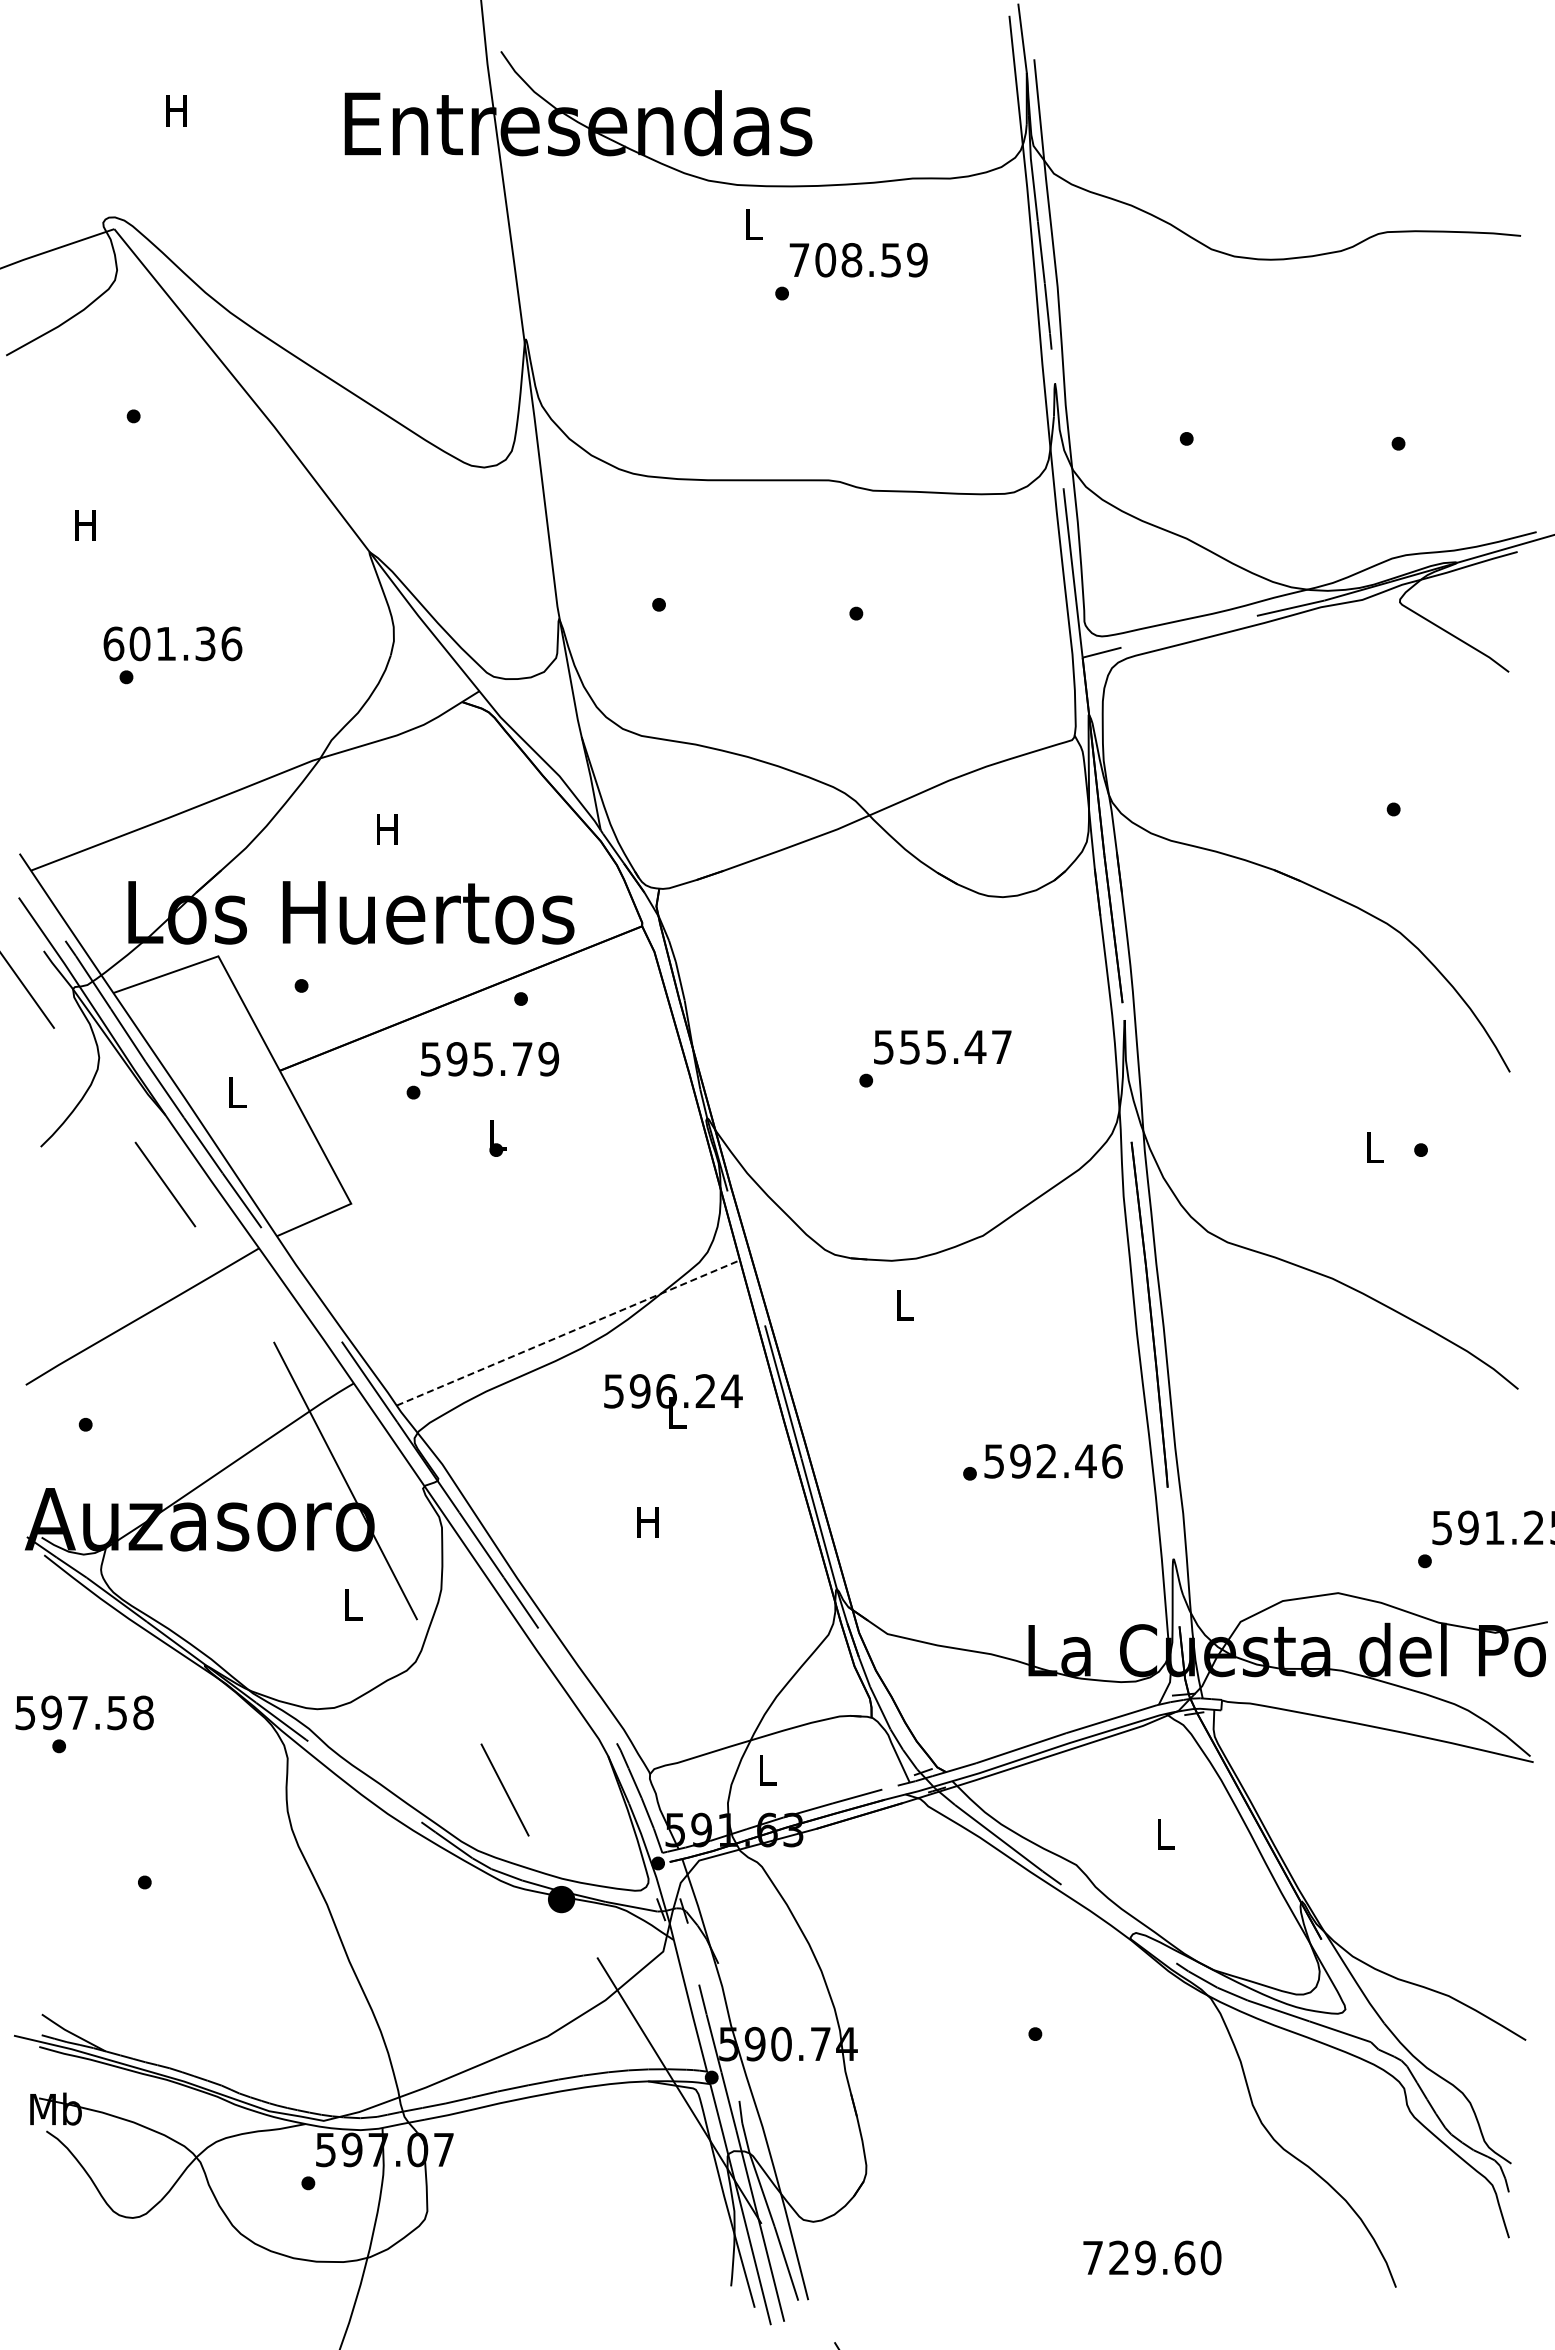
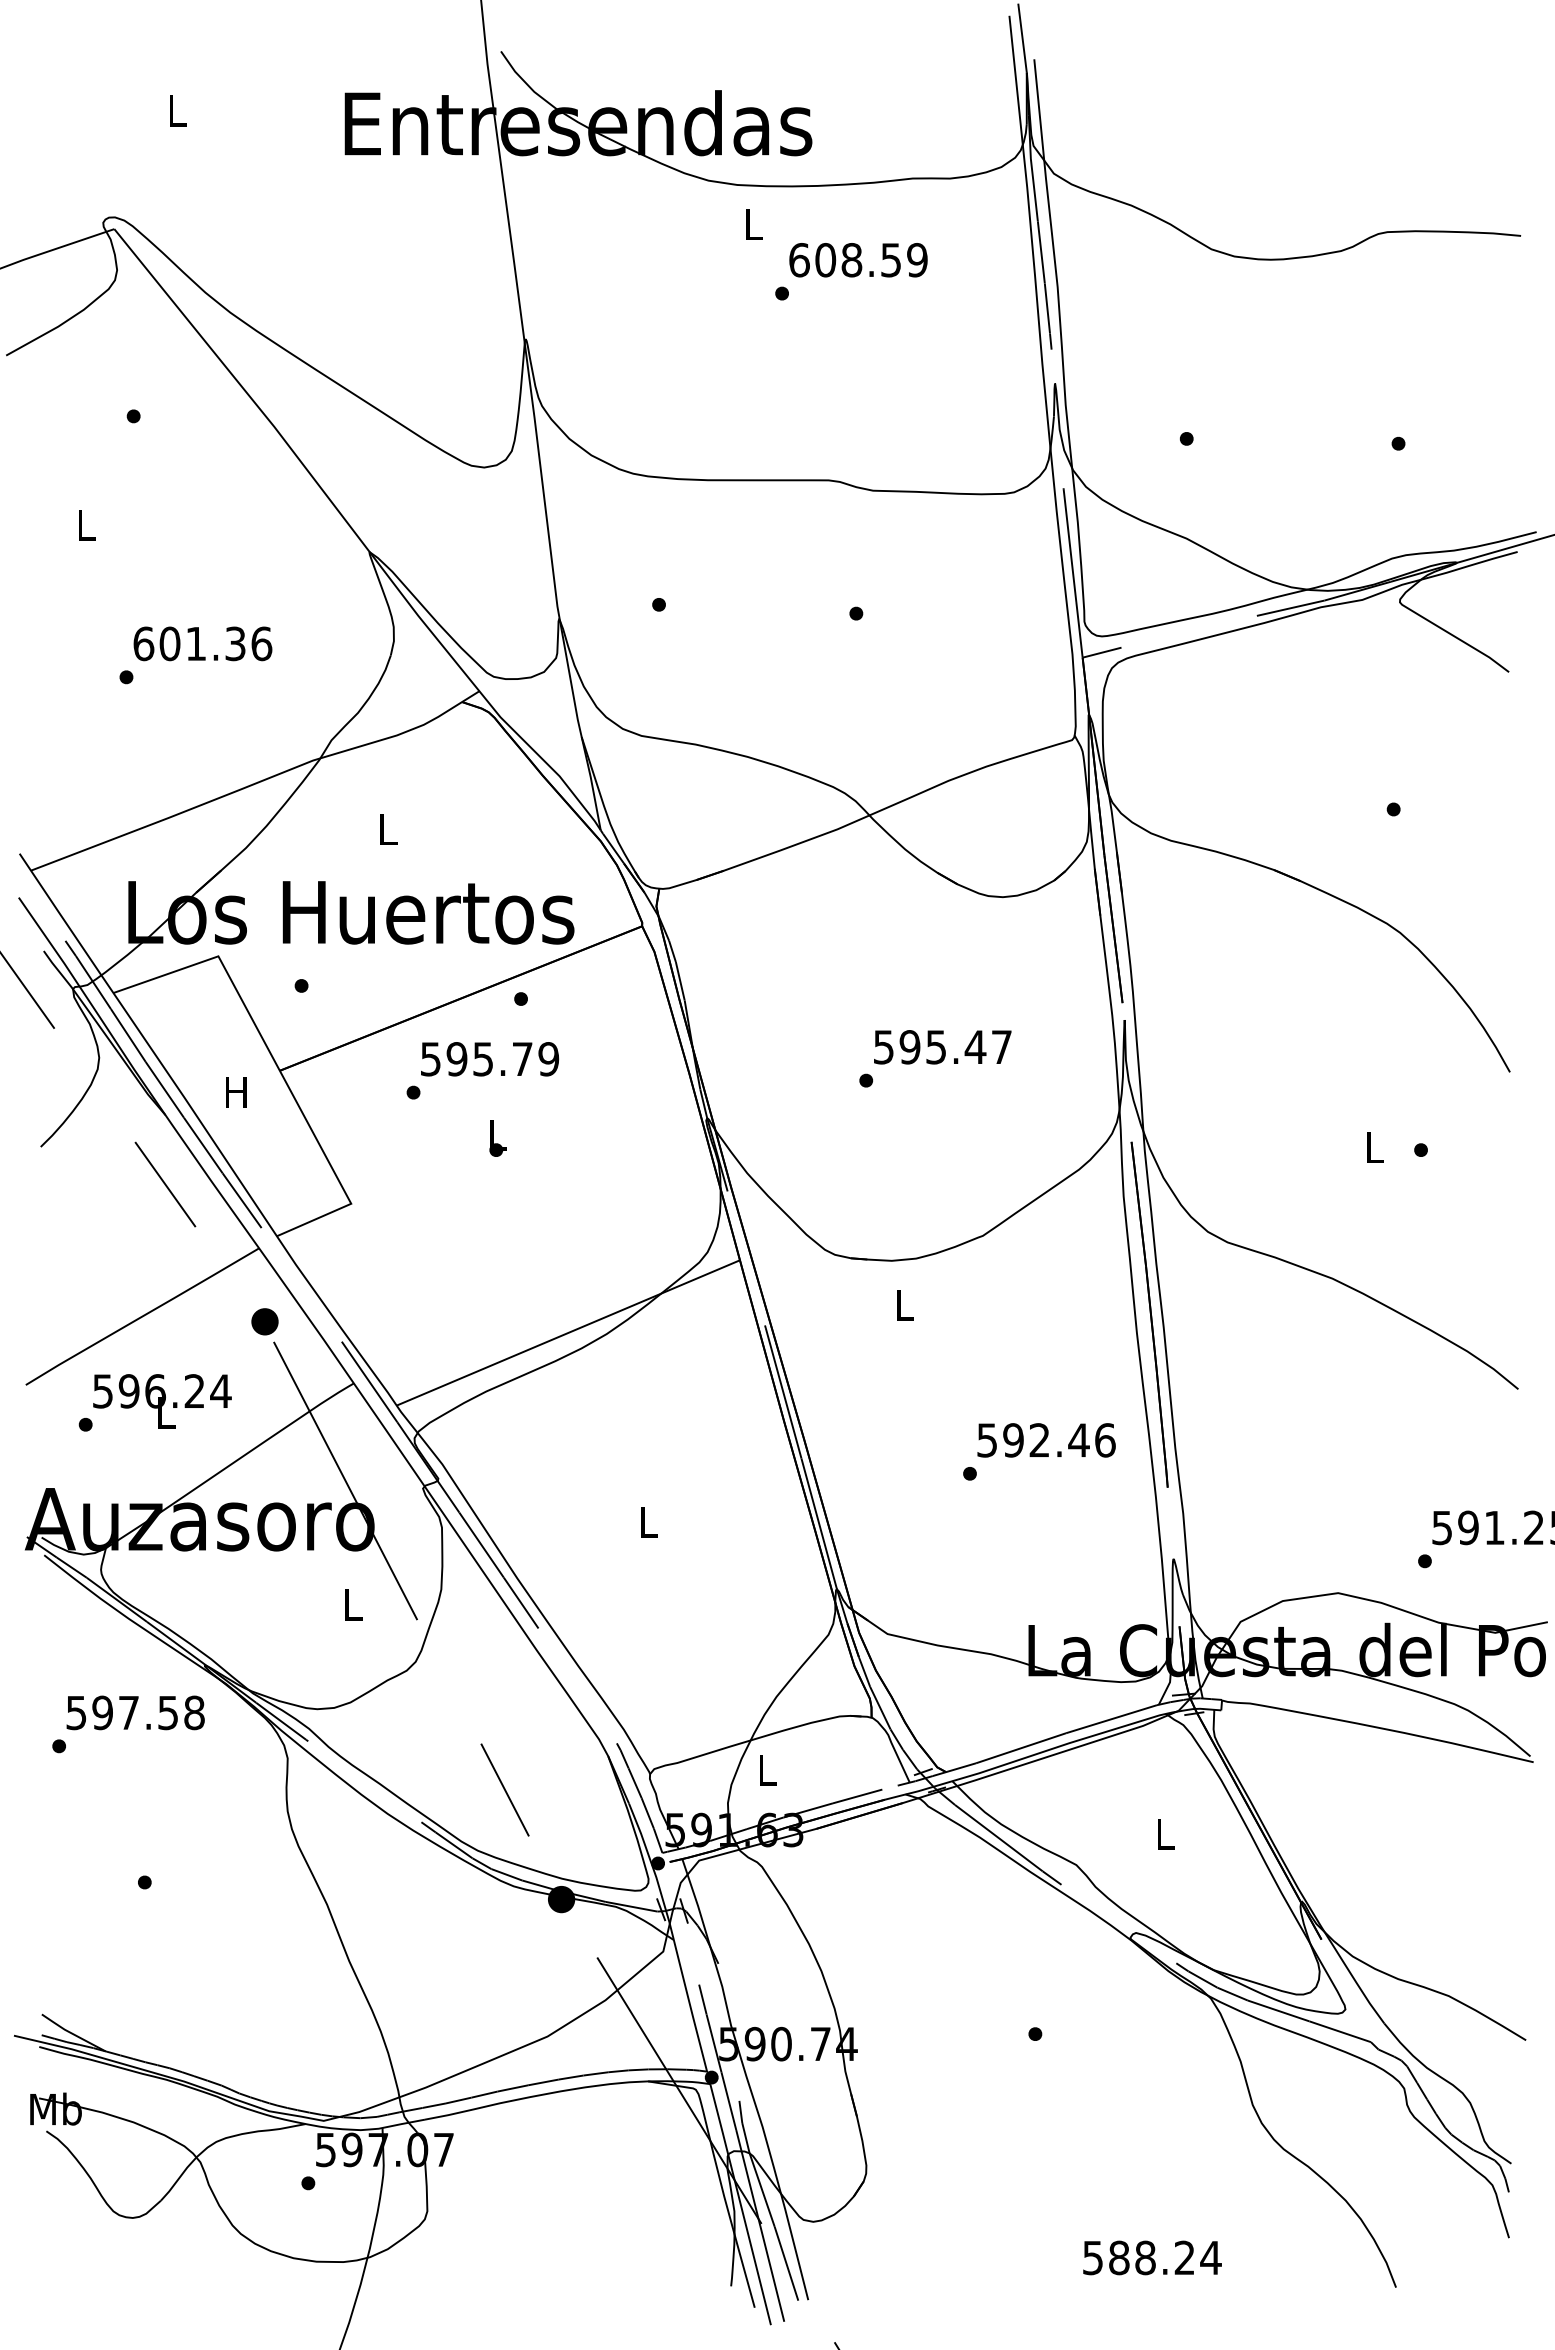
text at (176, 110): H -> L
text at (799, 260): 708.59 -> 608.59
text at (85, 525): H -> L
text at (172, 643) position: (172, 643) -> (202, 643)
text at (387, 829): H -> L
text at (909, 1047): 555.47 -> 595.47
text at (236, 1092): L -> H
part at (264, 1321): none -> present
line at (568, 1332): dashed -> solid
text at (673, 1401) position: (673, 1401) -> (162, 1401)
text at (1053, 1461) position: (1053, 1461) -> (1046, 1440)
text at (647, 1522): H -> L
text at (84, 1712) position: (84, 1712) -> (135, 1712)
text at (1152, 2257): 729.60 -> 588.24
